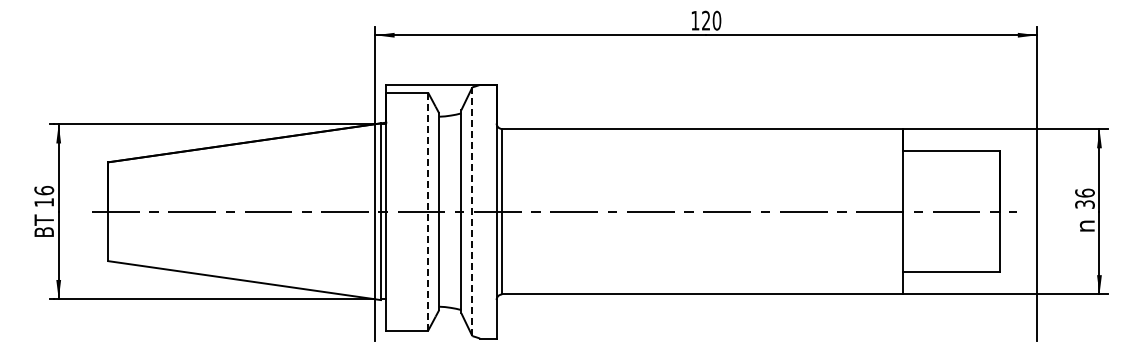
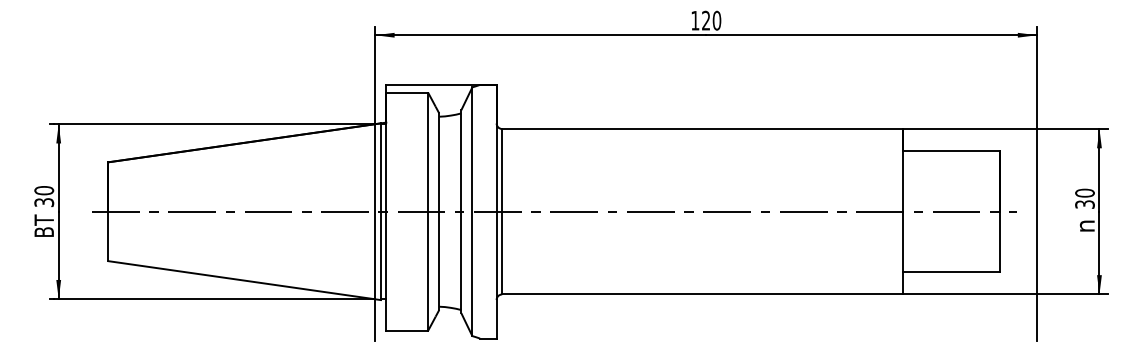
text at (1084, 192): 36 -> 30
text at (44, 196): 16 -> 30
line at (428, 211): dashed -> solid
line at (472, 211): dashed -> solid
